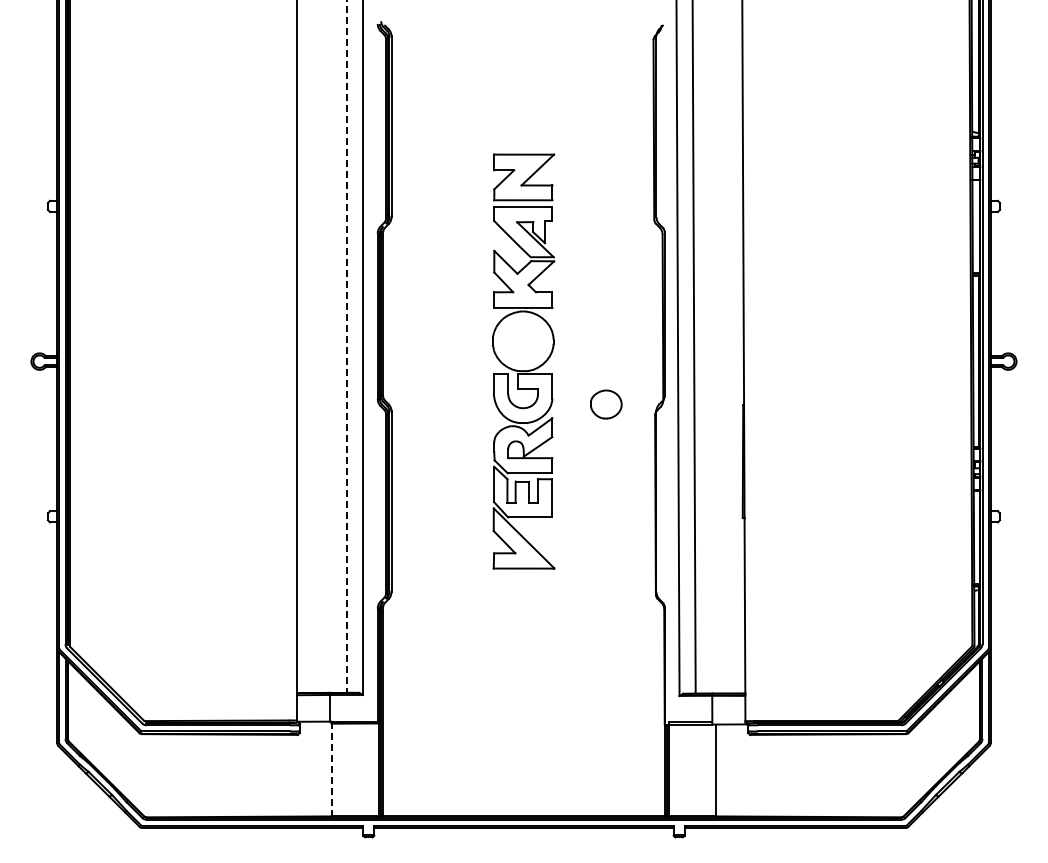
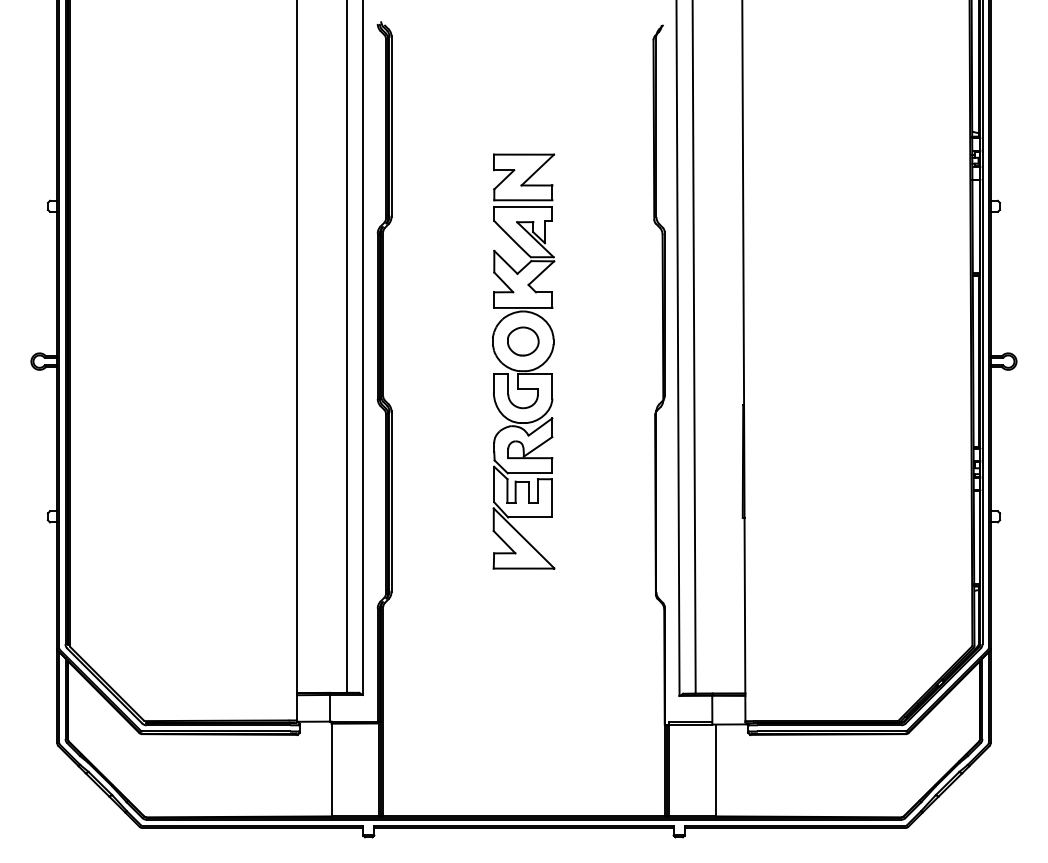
line at (346, 346): dashed -> solid
part at (606, 404) position: (606, 404) -> (523, 341)
line at (331, 769): dashed -> solid
